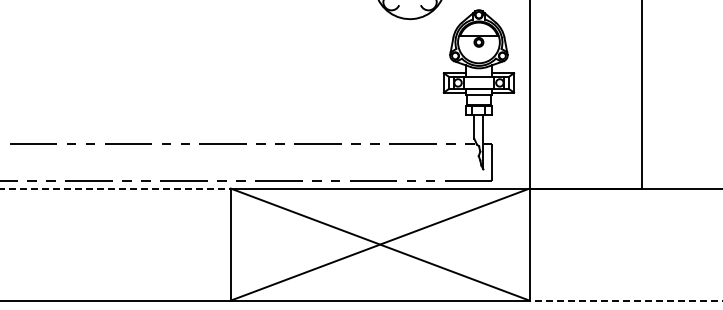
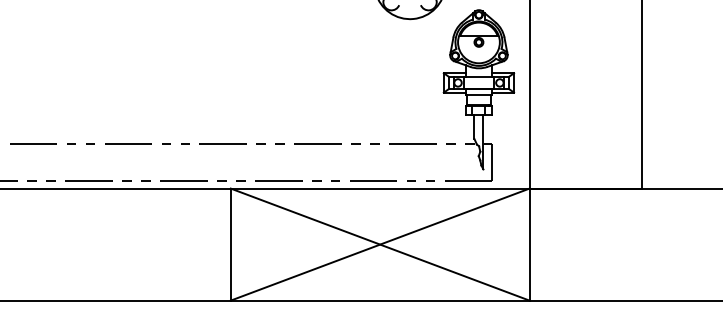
line at (115, 188): dashed -> solid
line at (625, 300): dashed -> solid
